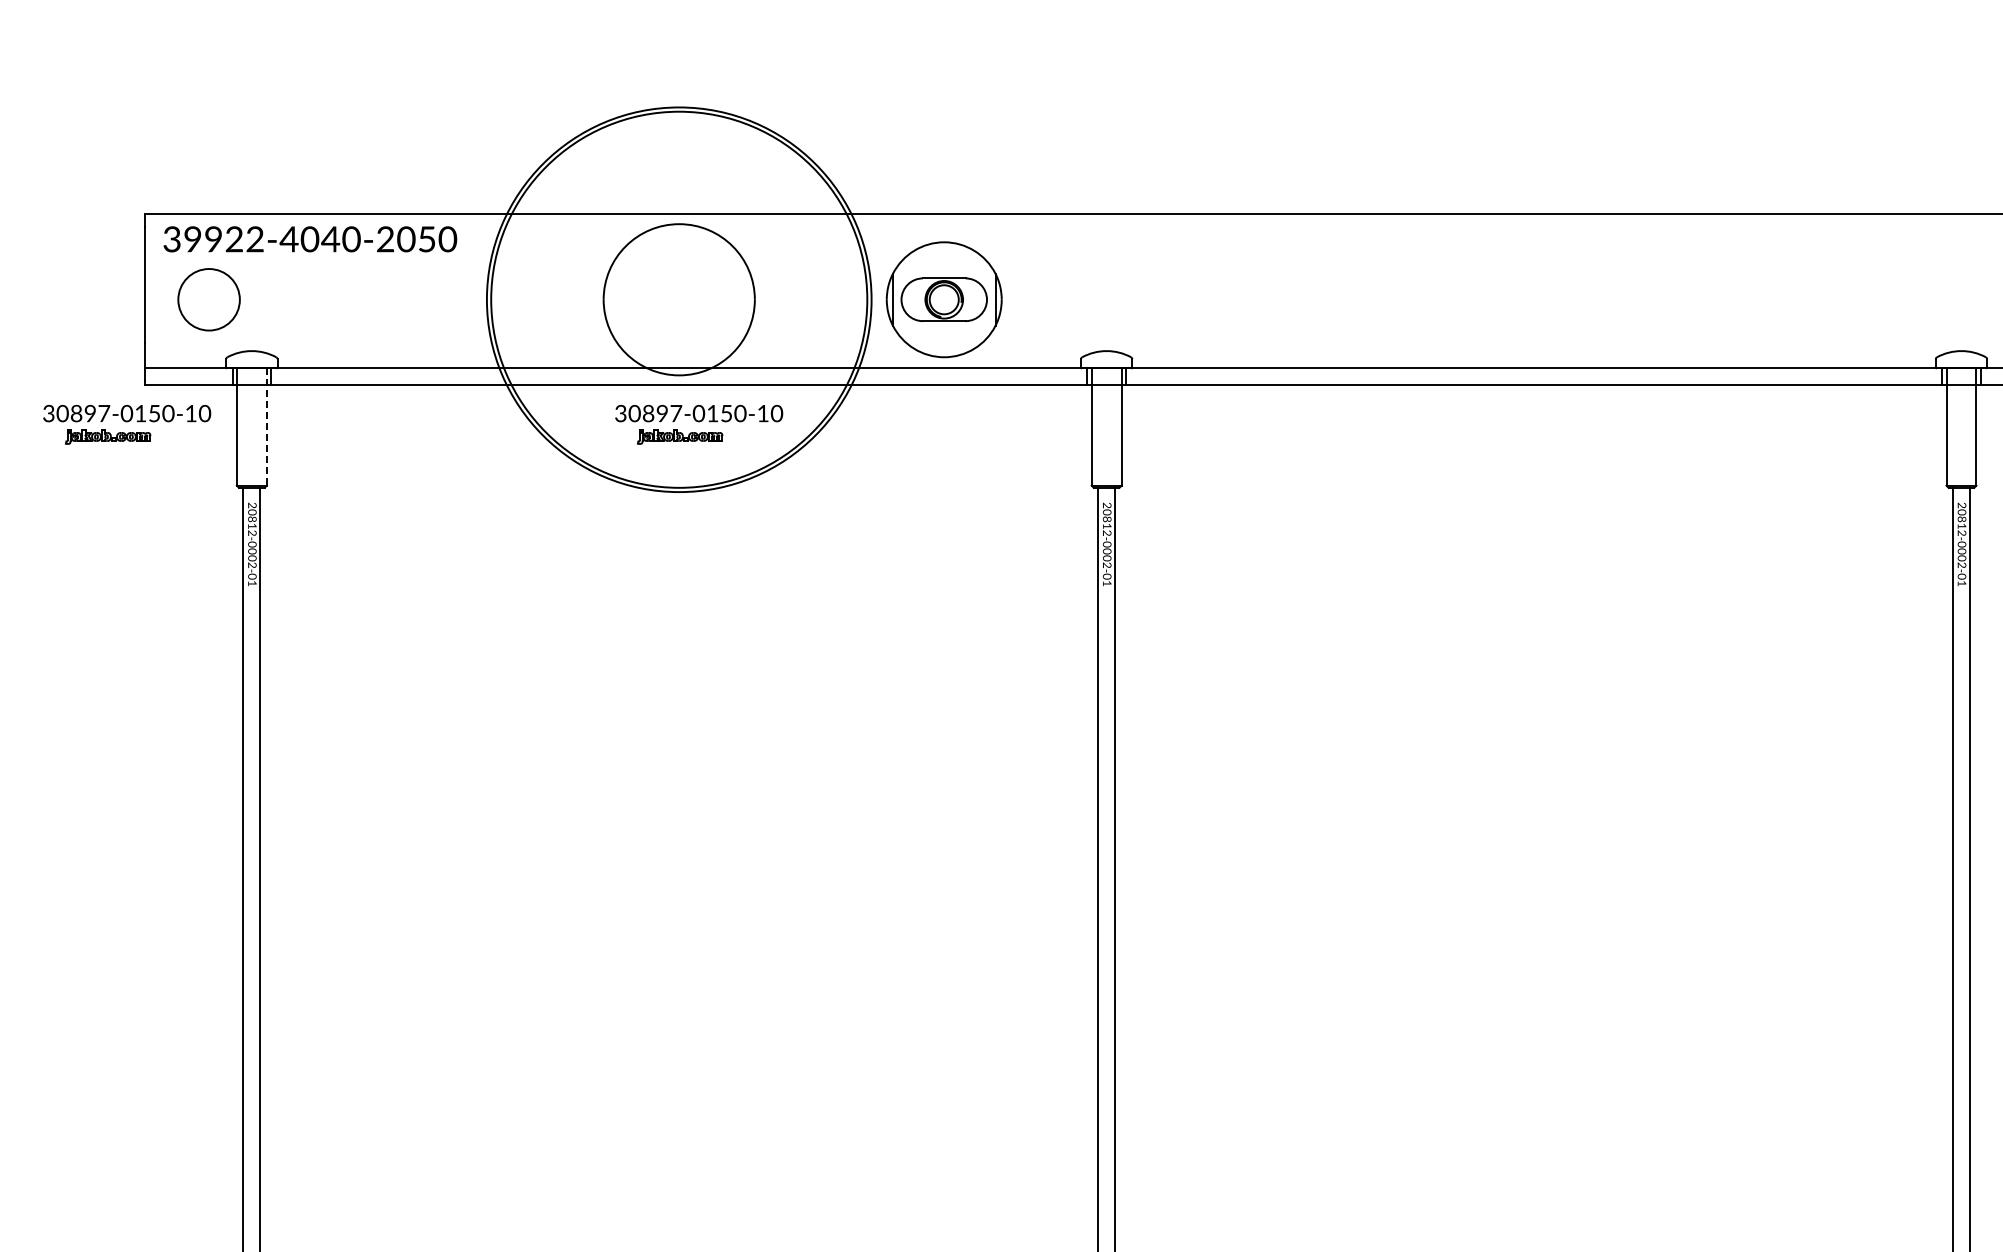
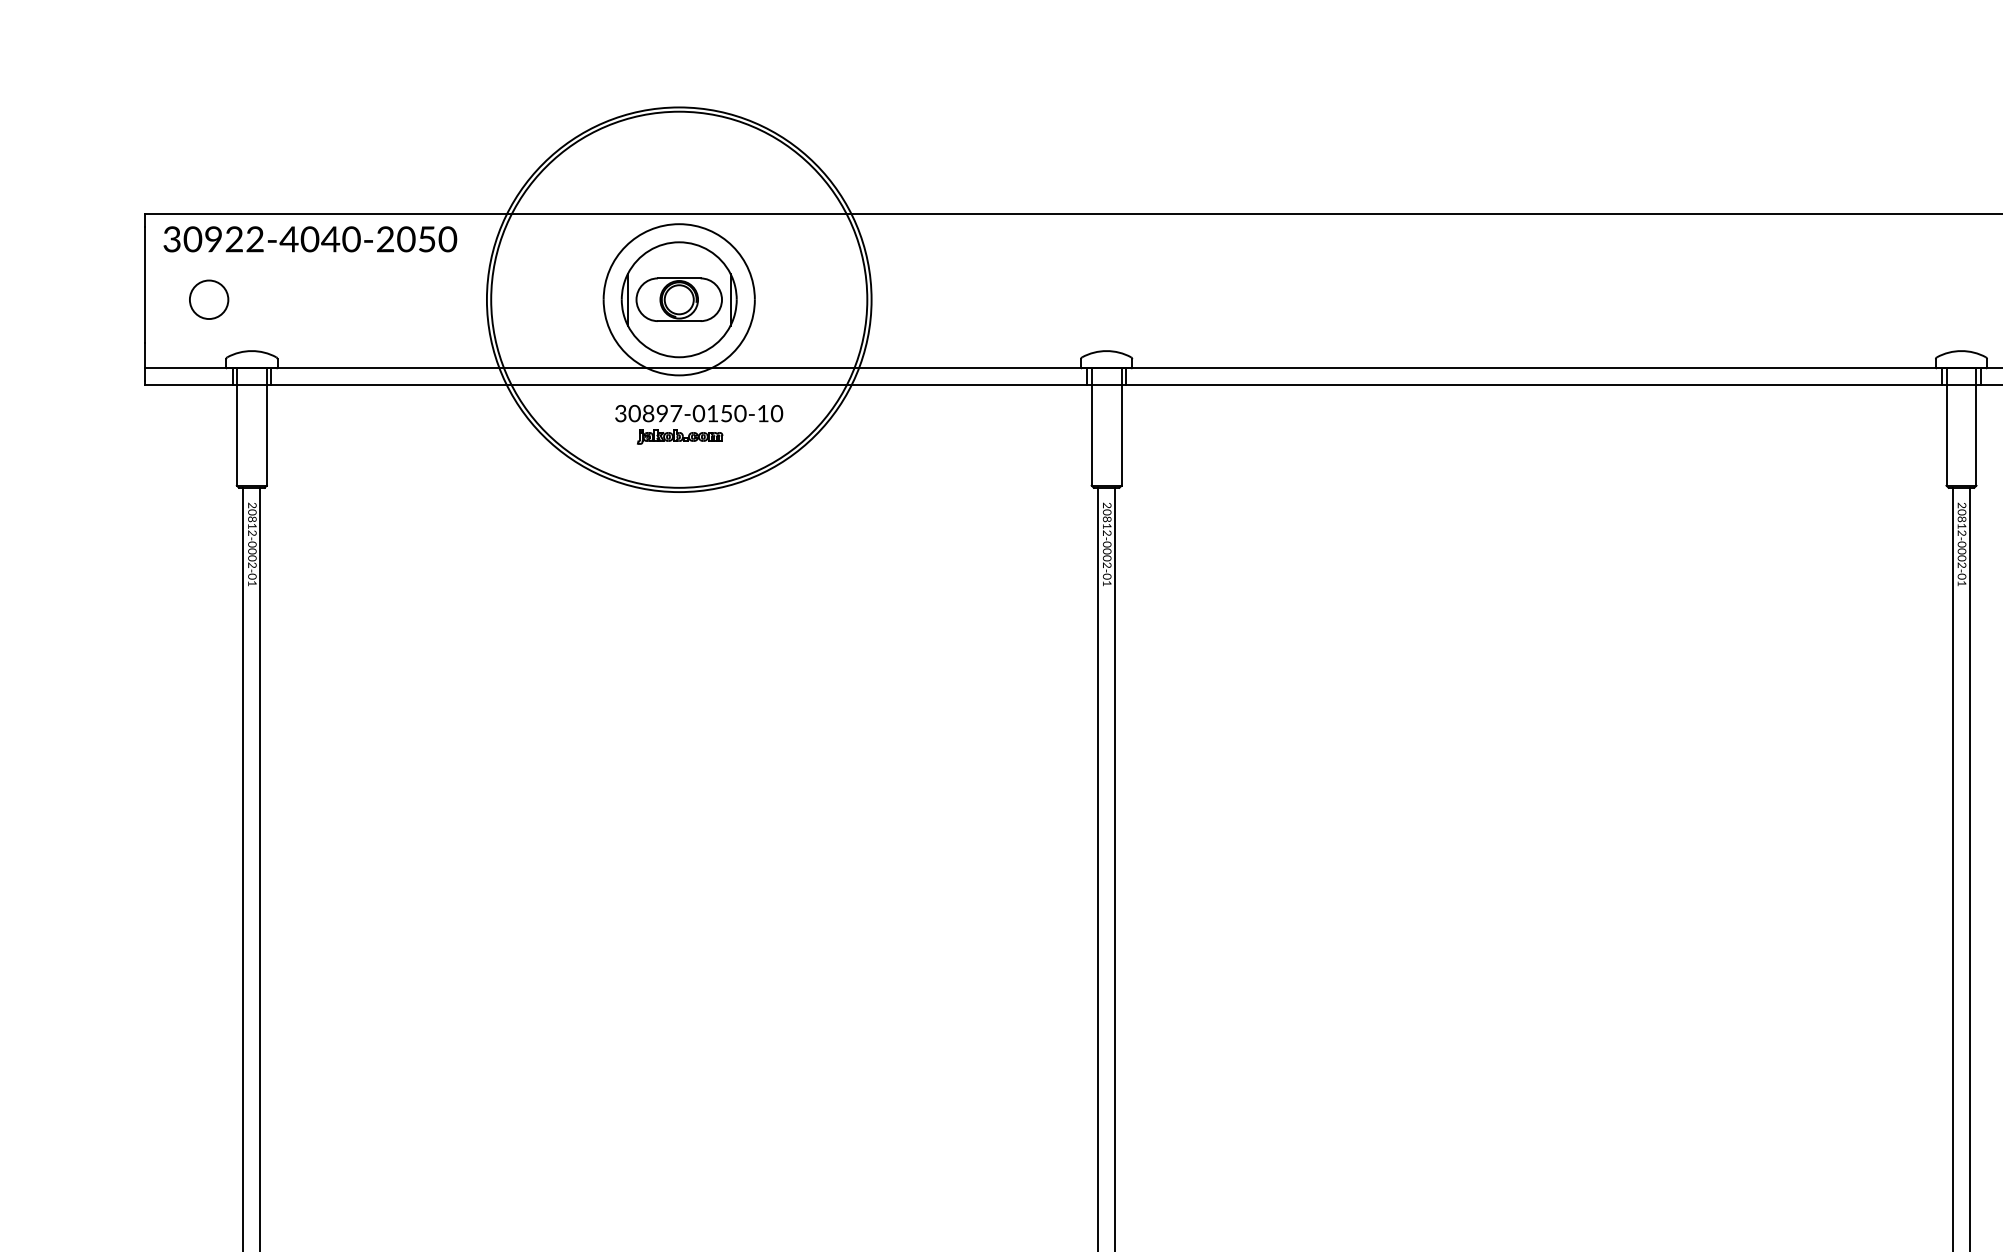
text at (192, 239): 39922-4040-2050 -> 30922-4040-2050
circle at (208, 299) diameter: 62 px -> 38 px
part at (943, 299) position: (943, 299) -> (678, 299)
part at (127, 424): present -> none
line at (266, 426): dashed -> solid
